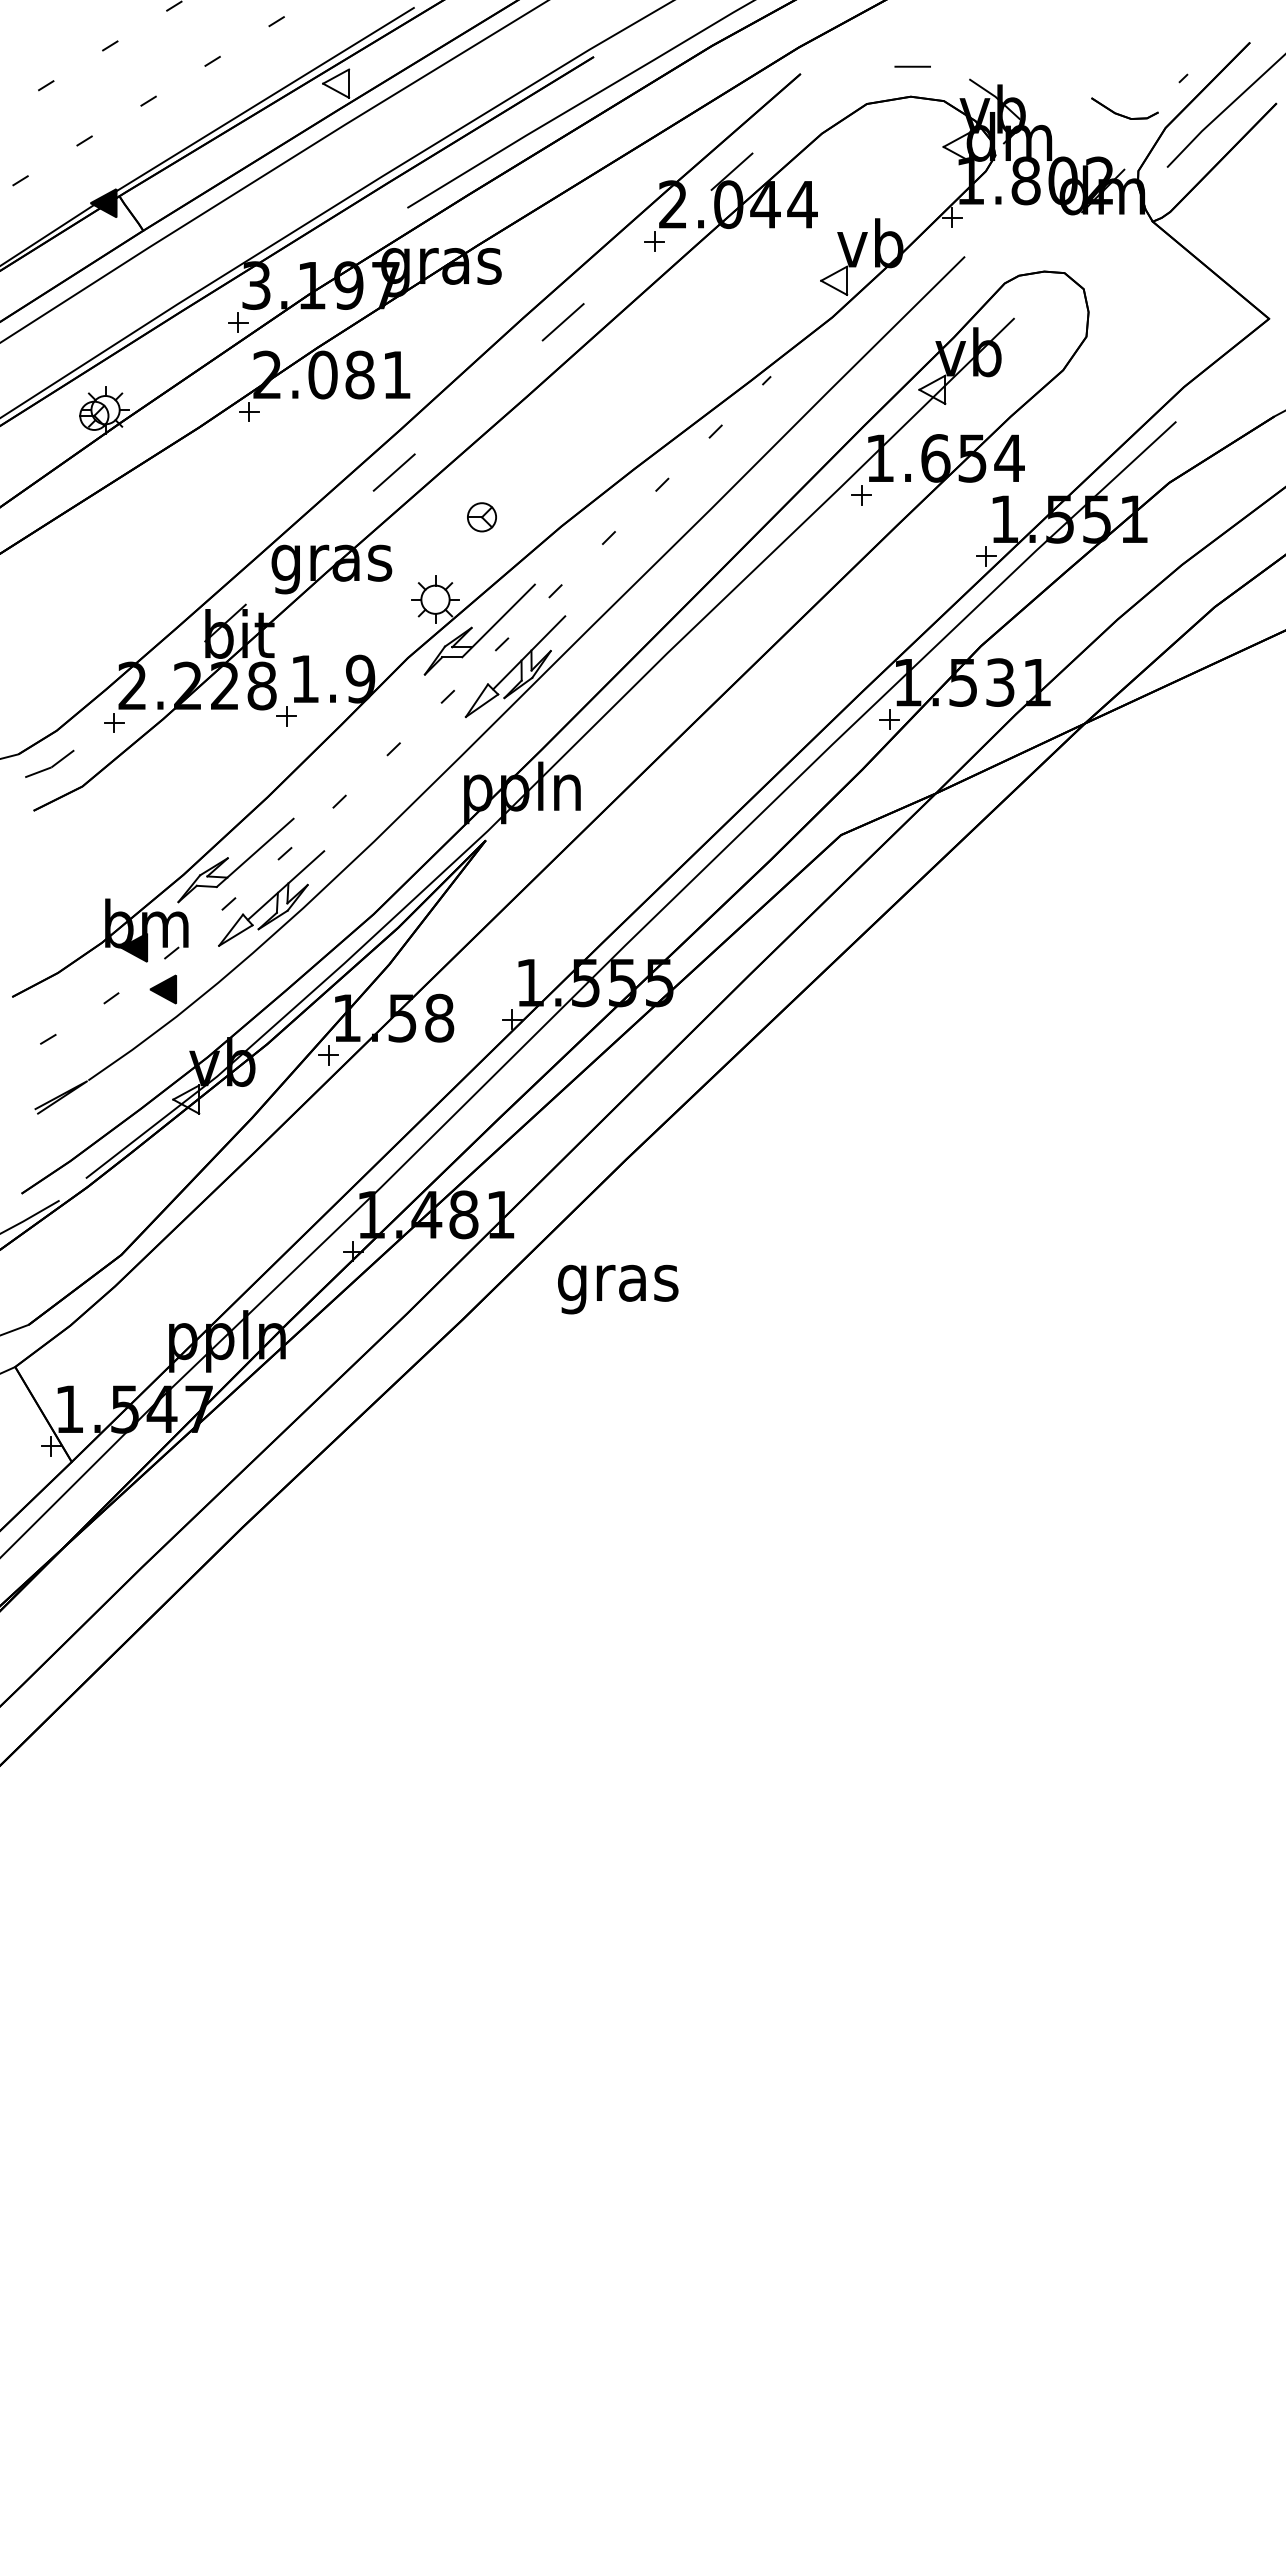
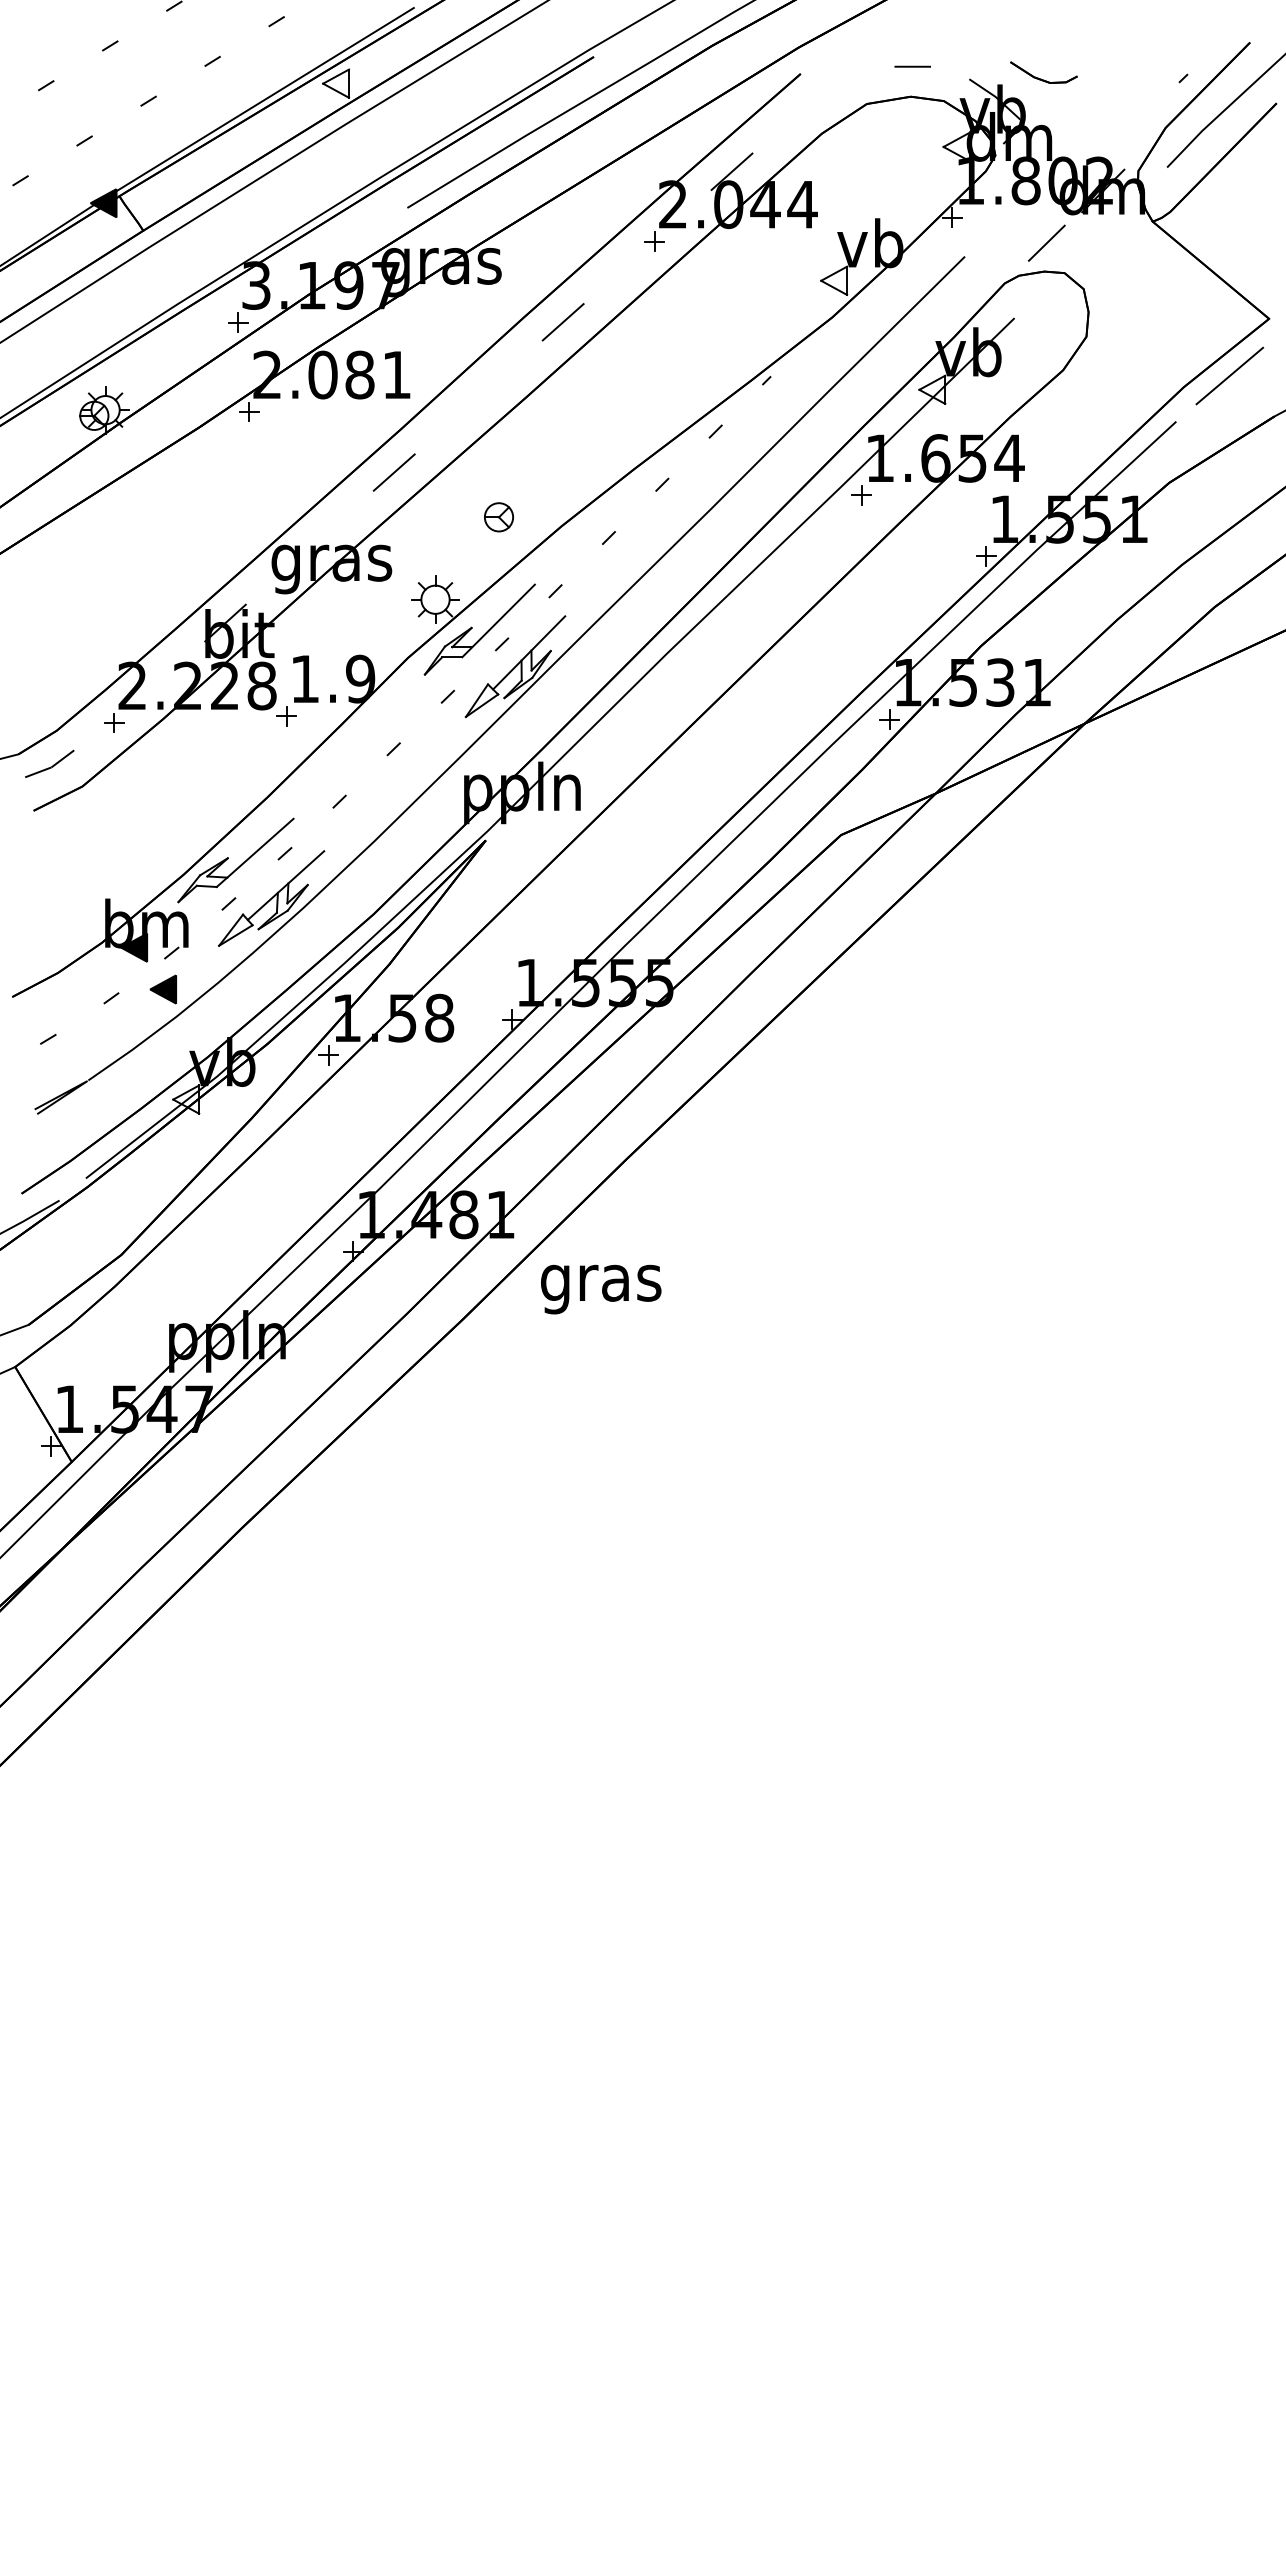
part at (1122, 114) position: (1122, 114) -> (1041, 78)
line at (1046, 243): none -> present
line at (1229, 375): none -> present
part at (481, 517) position: (481, 517) -> (498, 517)
text at (618, 1289) position: (618, 1289) -> (601, 1289)
